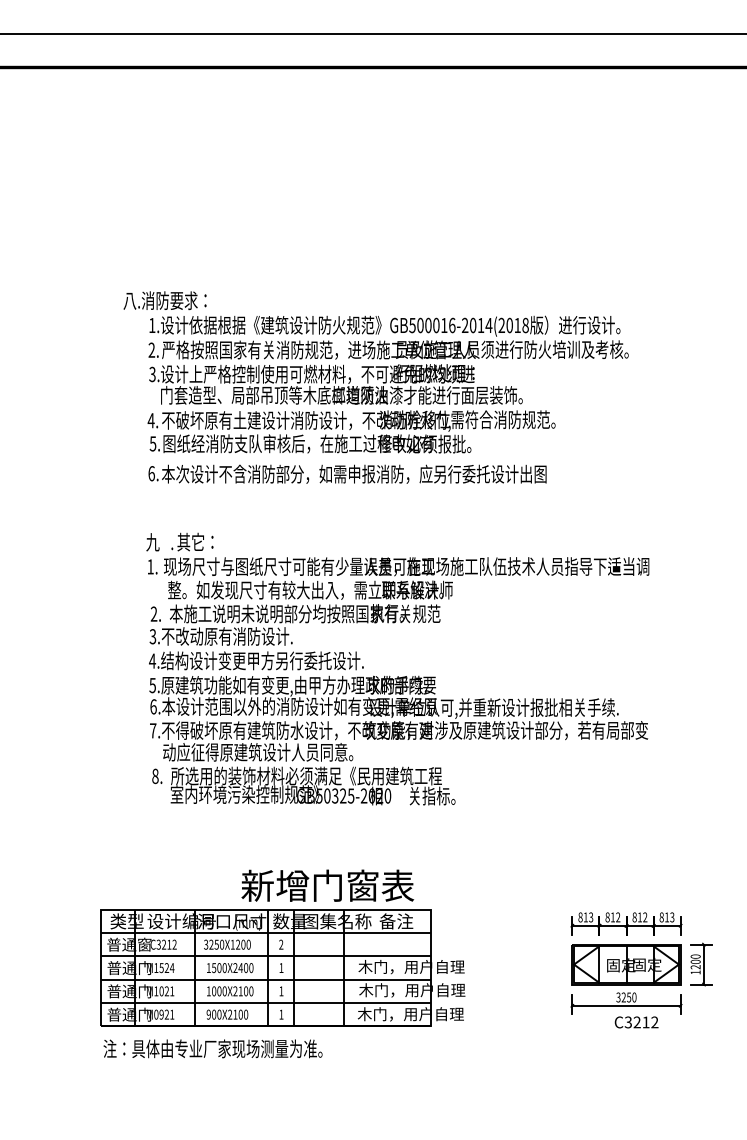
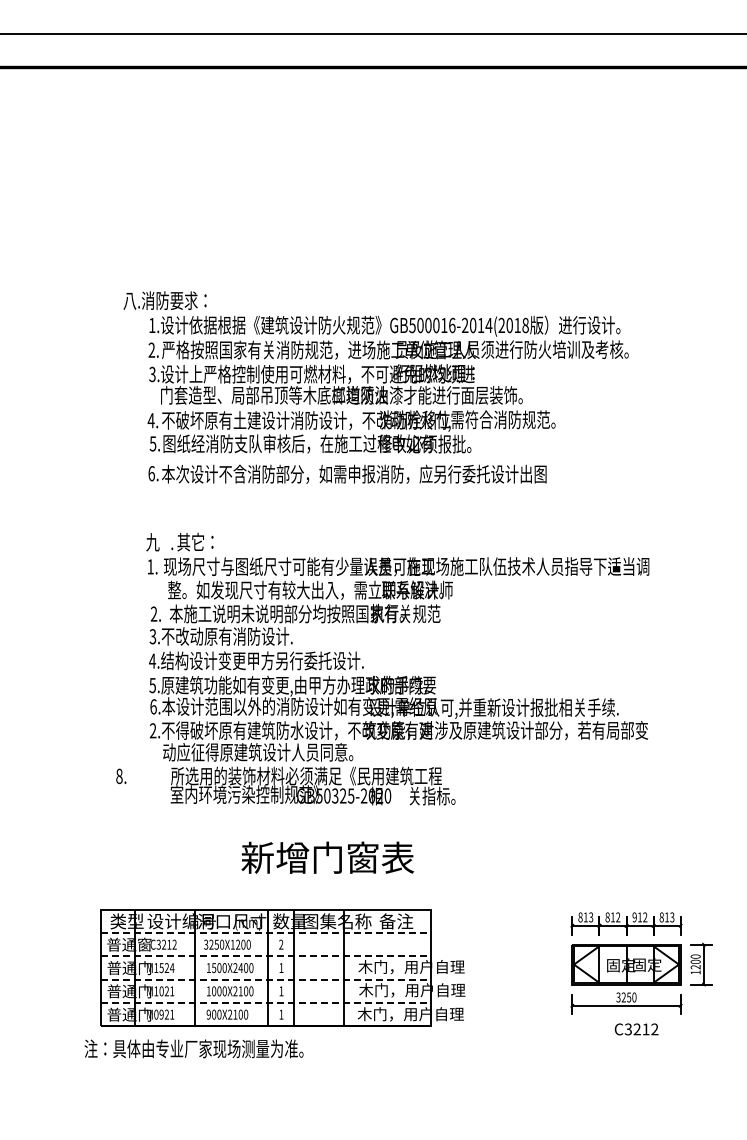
text at (153, 730): 7. -> 2.
text at (157, 776) position: (157, 776) -> (121, 776)
text at (327, 885) position: (327, 885) -> (327, 857)
text at (634, 917): 812 -> 912
line at (266, 933): solid -> dashed
line at (266, 956): solid -> dashed
line at (266, 979): solid -> dashed
line at (266, 1003): solid -> dashed
text at (636, 1022) position: (636, 1022) -> (636, 1029)
text at (212, 1048) position: (212, 1048) -> (193, 1048)
